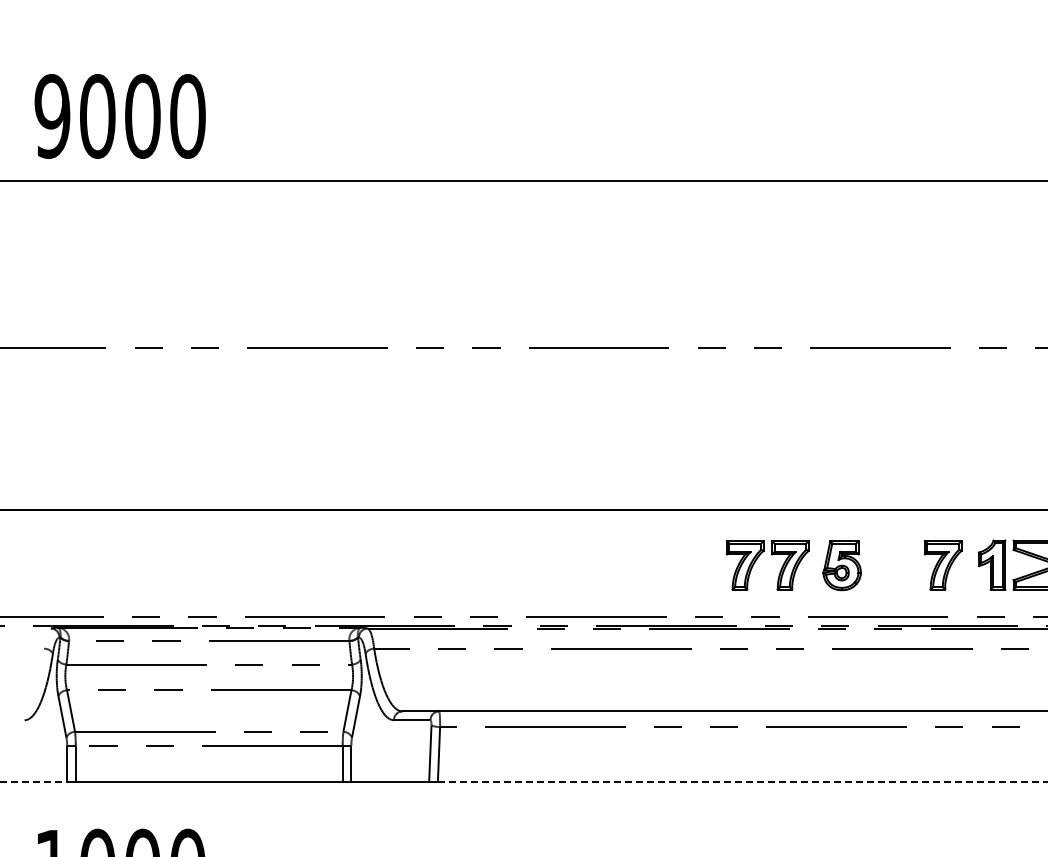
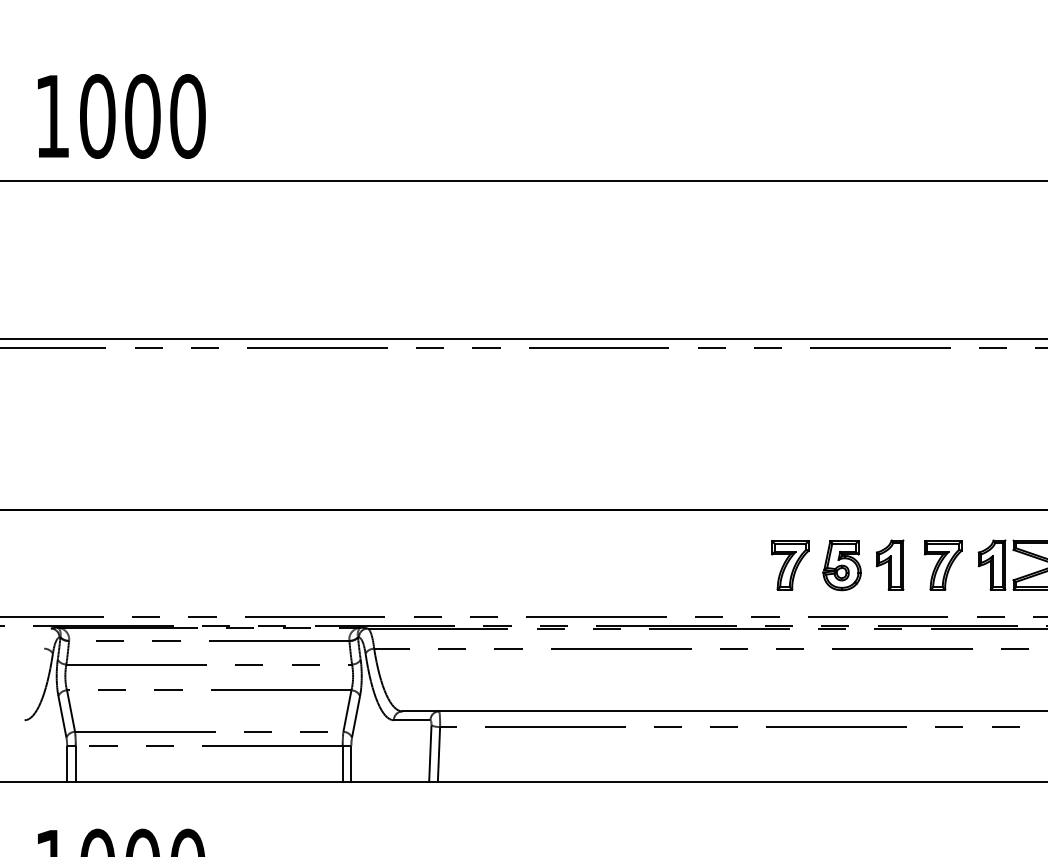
text at (52, 116): 9000 -> 1000
line at (523, 339): none -> present
part at (889, 564): none -> present
part at (745, 565): present -> none
line at (34, 782): dashed -> solid
line at (742, 782): dashed -> solid
